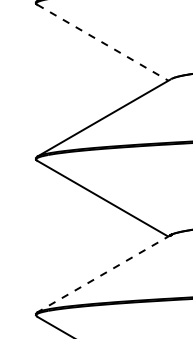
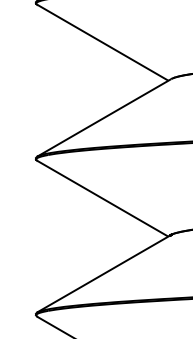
line at (103, 43): dashed -> solid
line at (104, 273): dashed -> solid
